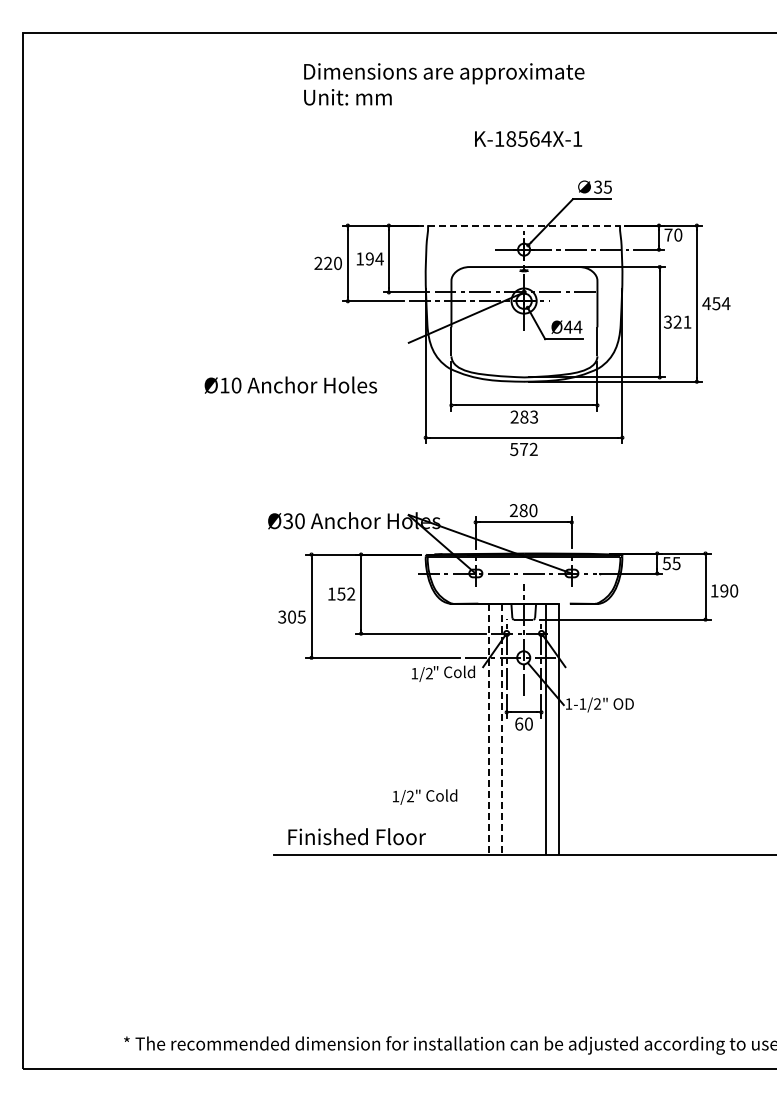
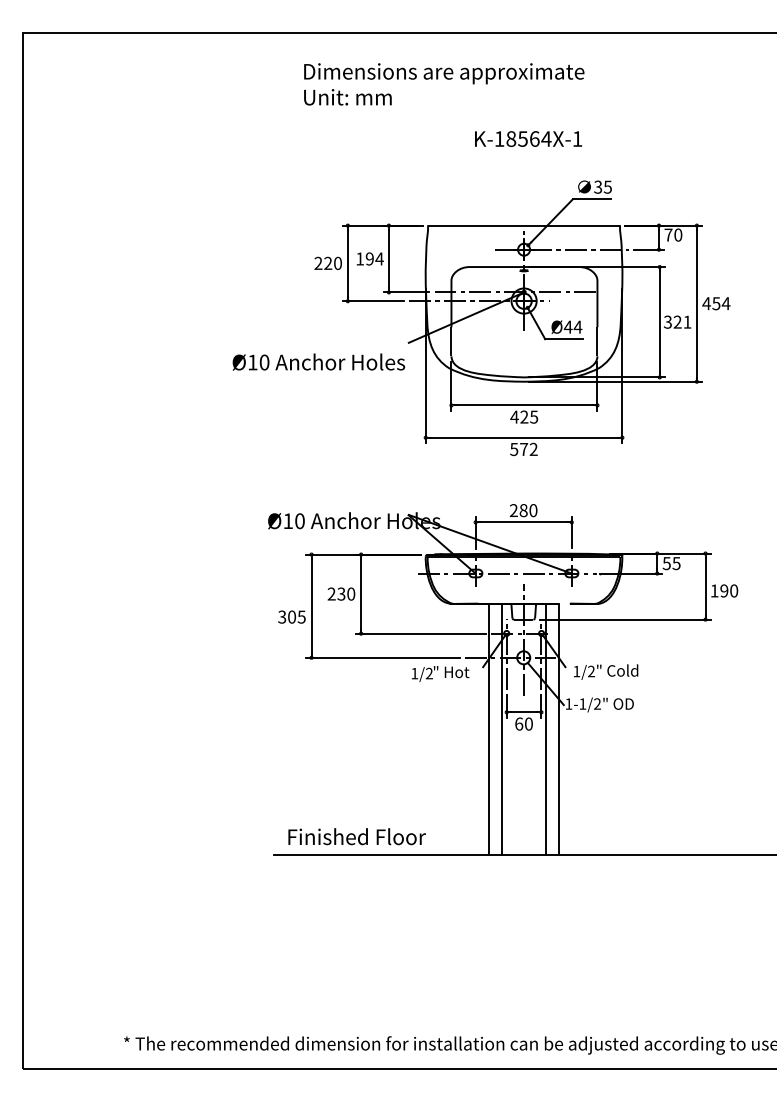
line at (524, 225): dashed -> solid
text at (290, 384) position: (290, 384) -> (318, 361)
text at (524, 416): 283 -> 425
text at (287, 521): Ø30 -> Ø10
text at (341, 593): 152 -> 230
text at (459, 671): " Cold -> " Hot
line at (488, 729): dashed -> solid
line at (501, 729): dashed -> solid
text at (425, 796) position: (425, 796) -> (606, 671)
